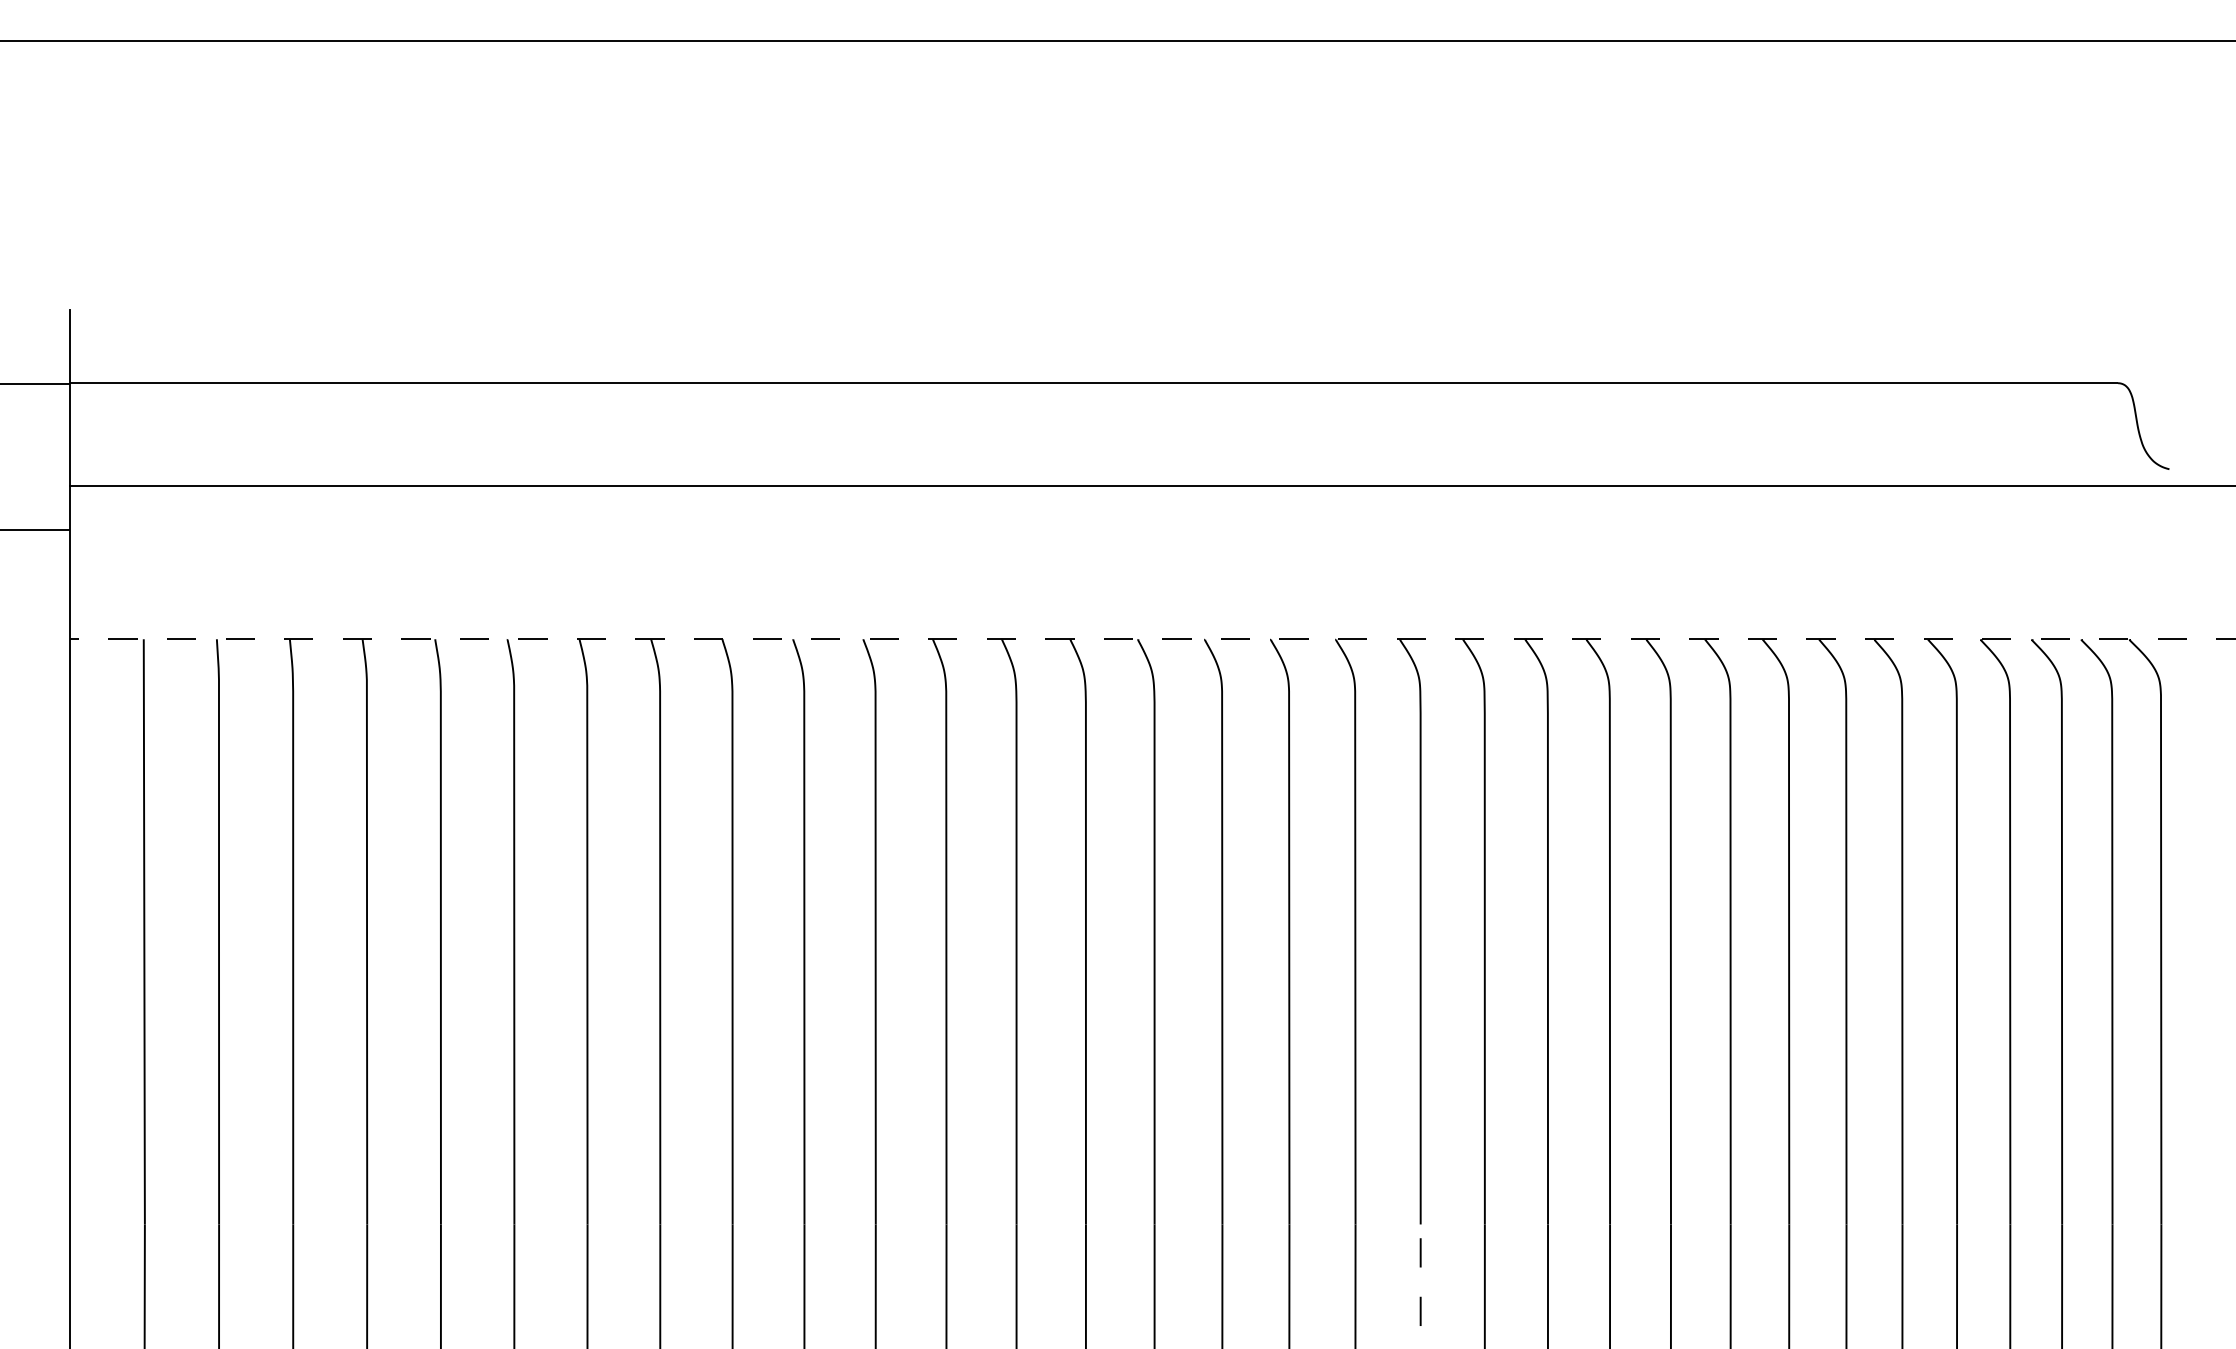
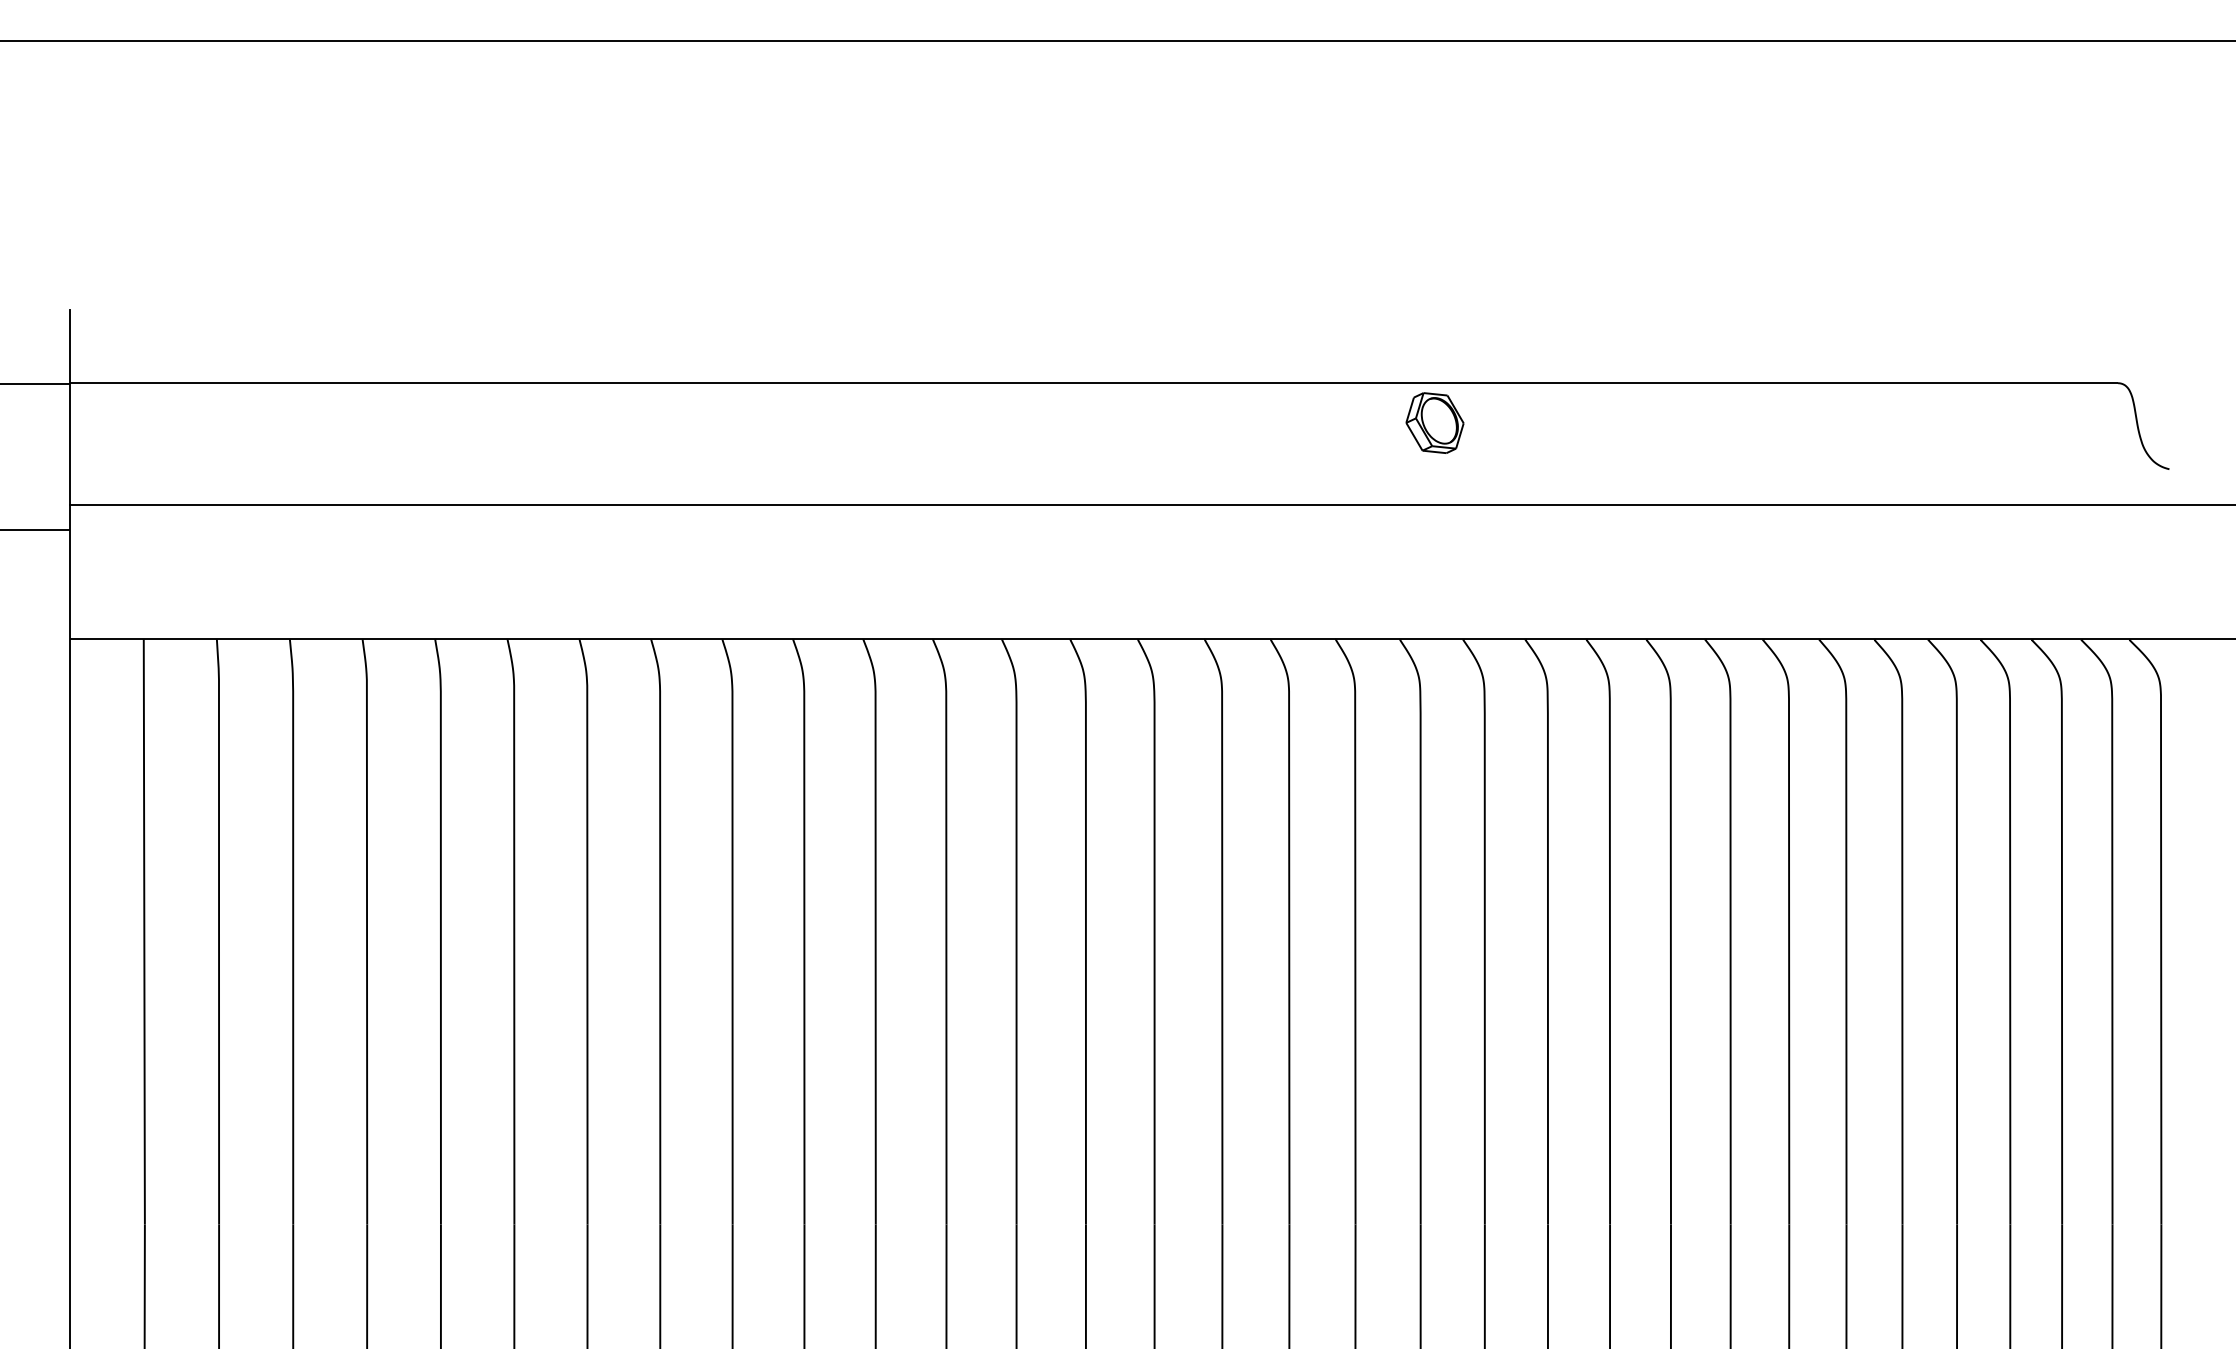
part at (1434, 422): none -> present
line at (1151, 486) position: (1151, 486) -> (1151, 505)
line at (1152, 638): dashed -> solid
line at (1420, 1286): dashed -> solid
